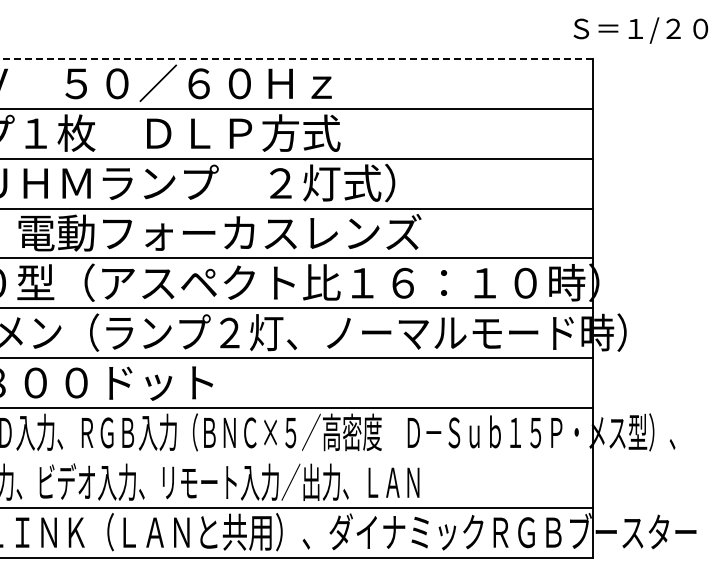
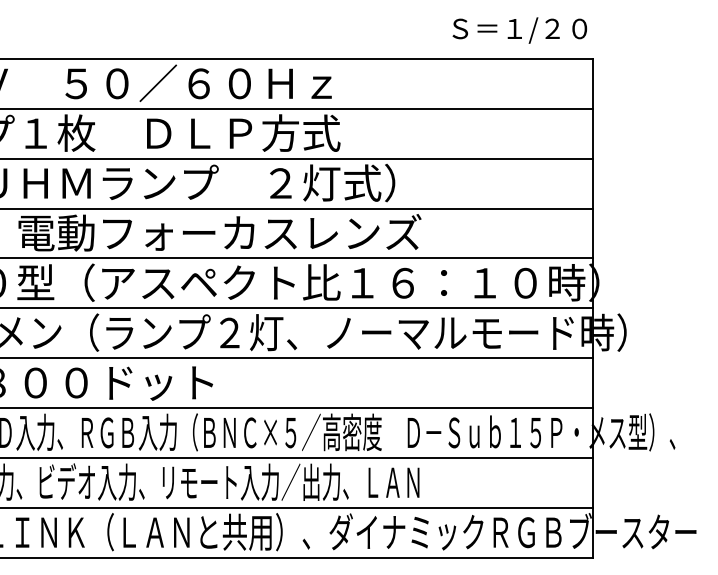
text at (640, 30) position: (640, 30) -> (519, 30)
line at (296, 58): dashed -> solid
line at (297, 457): none -> present
